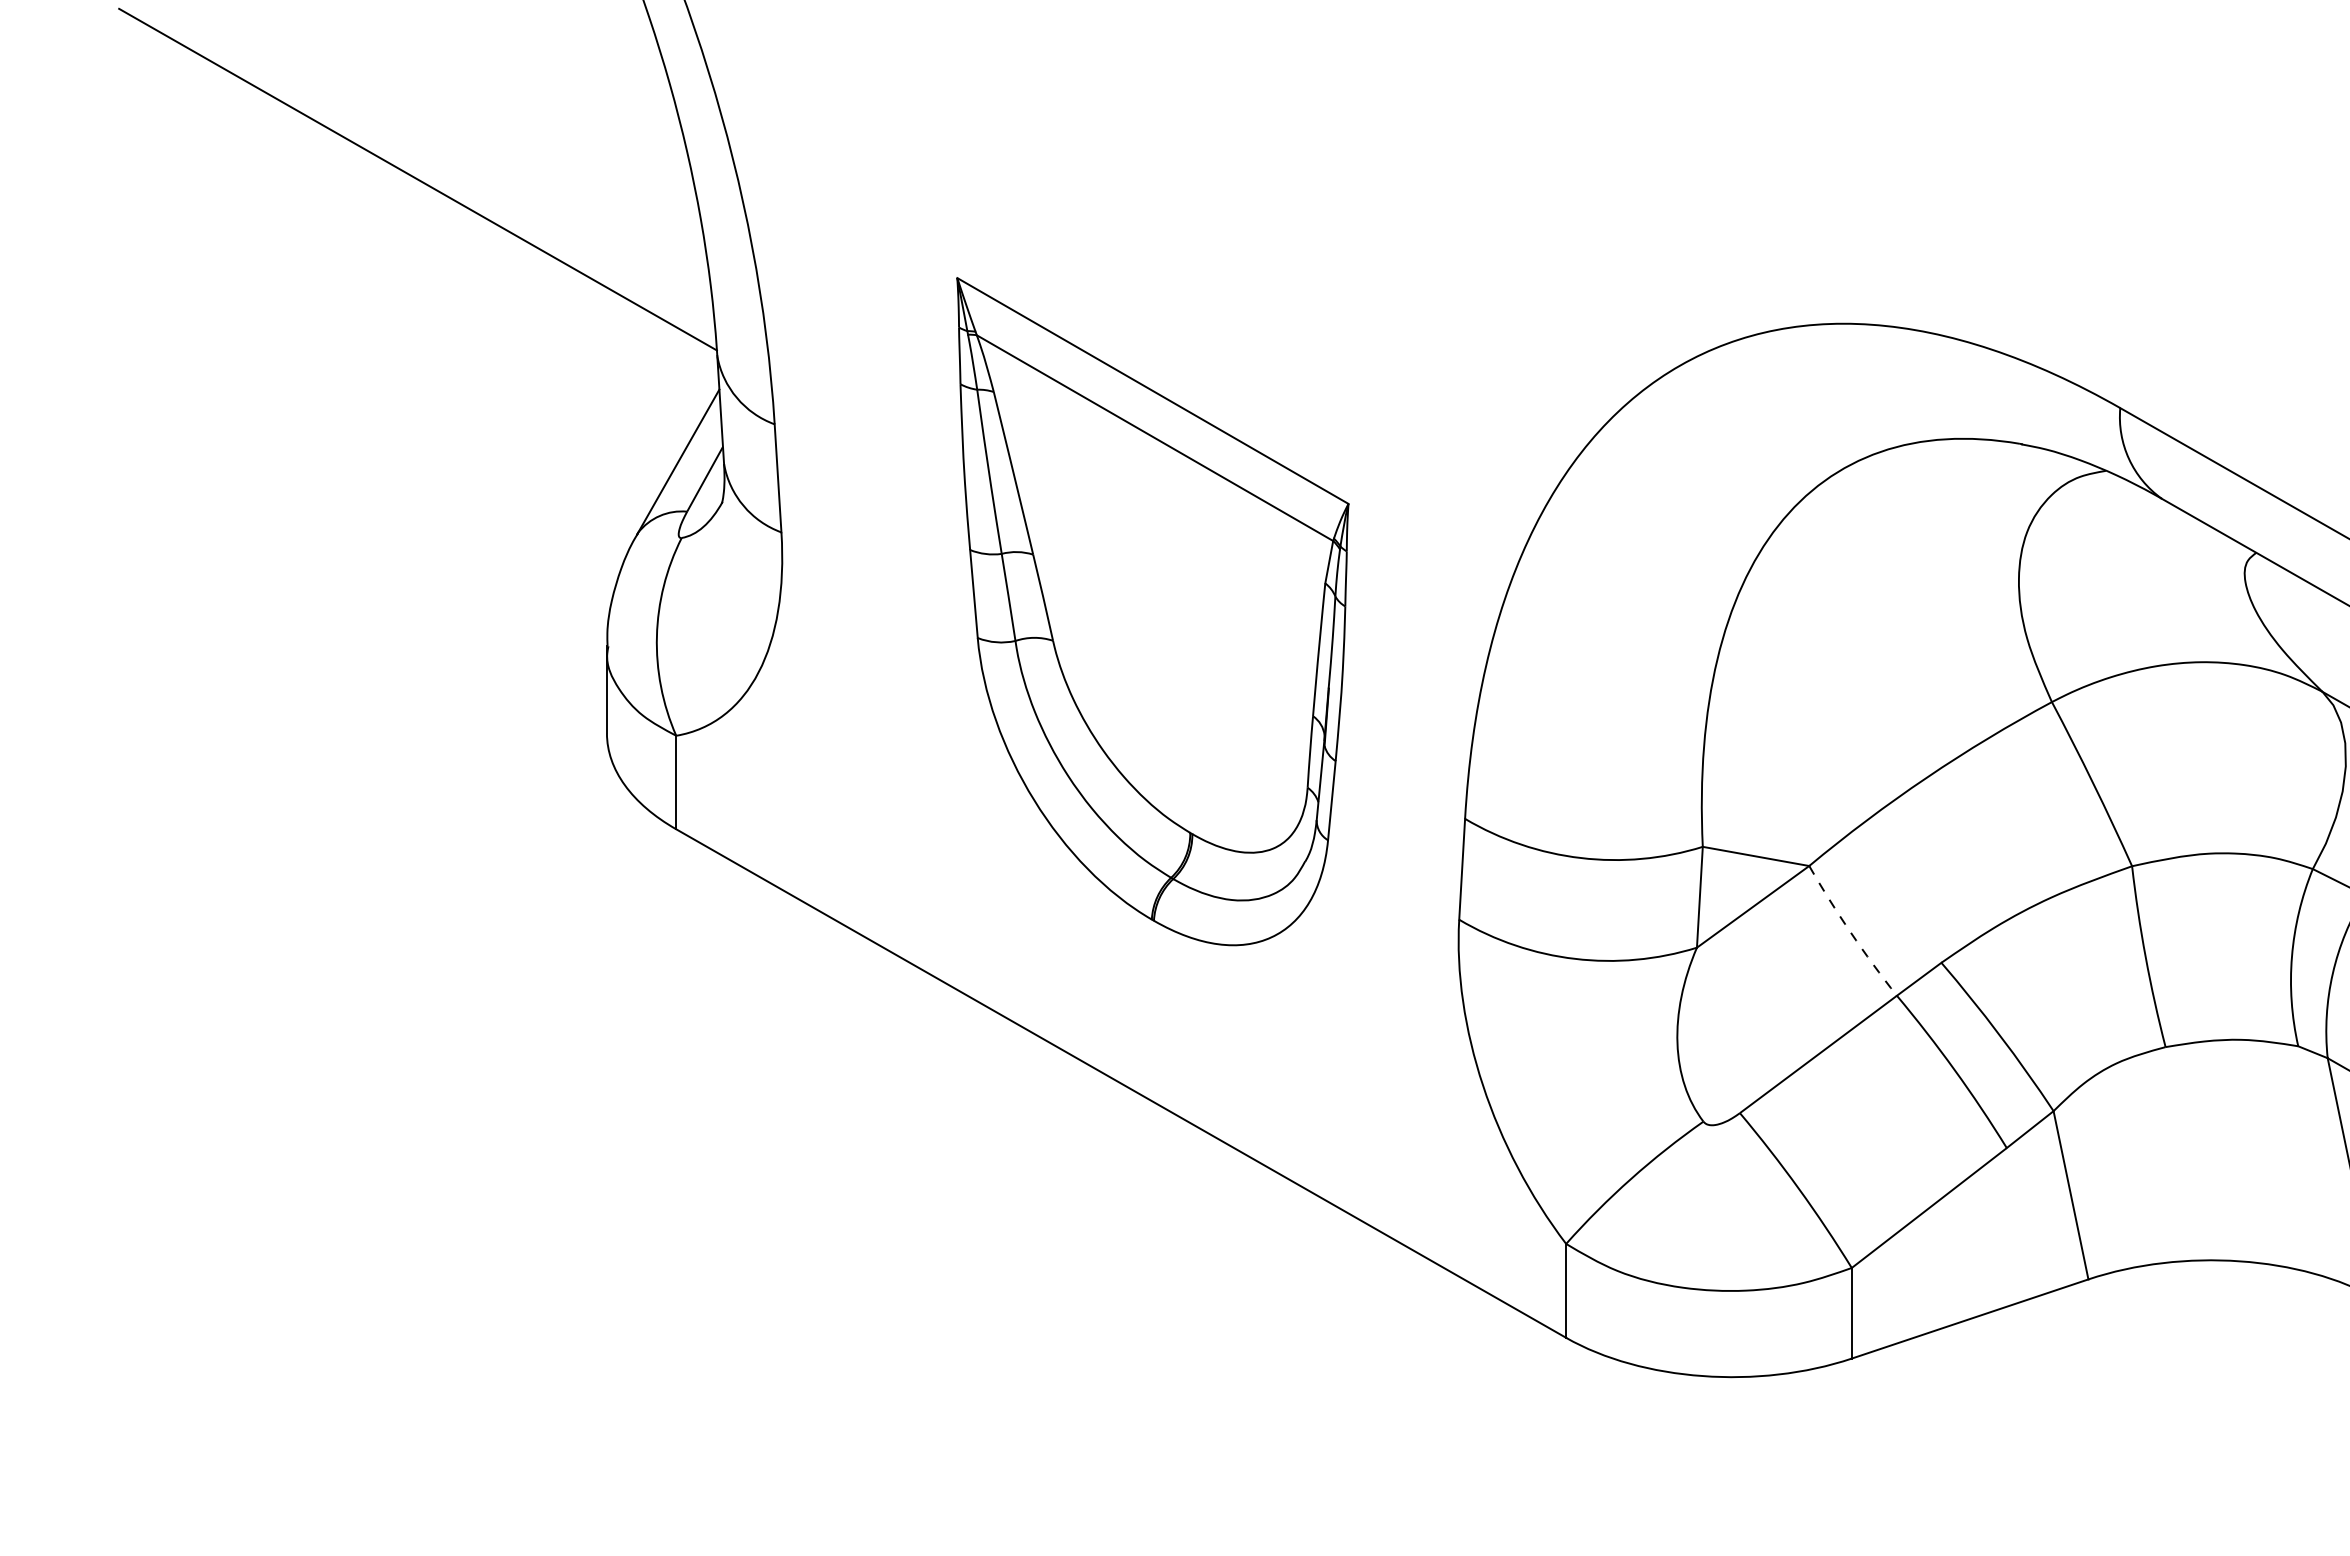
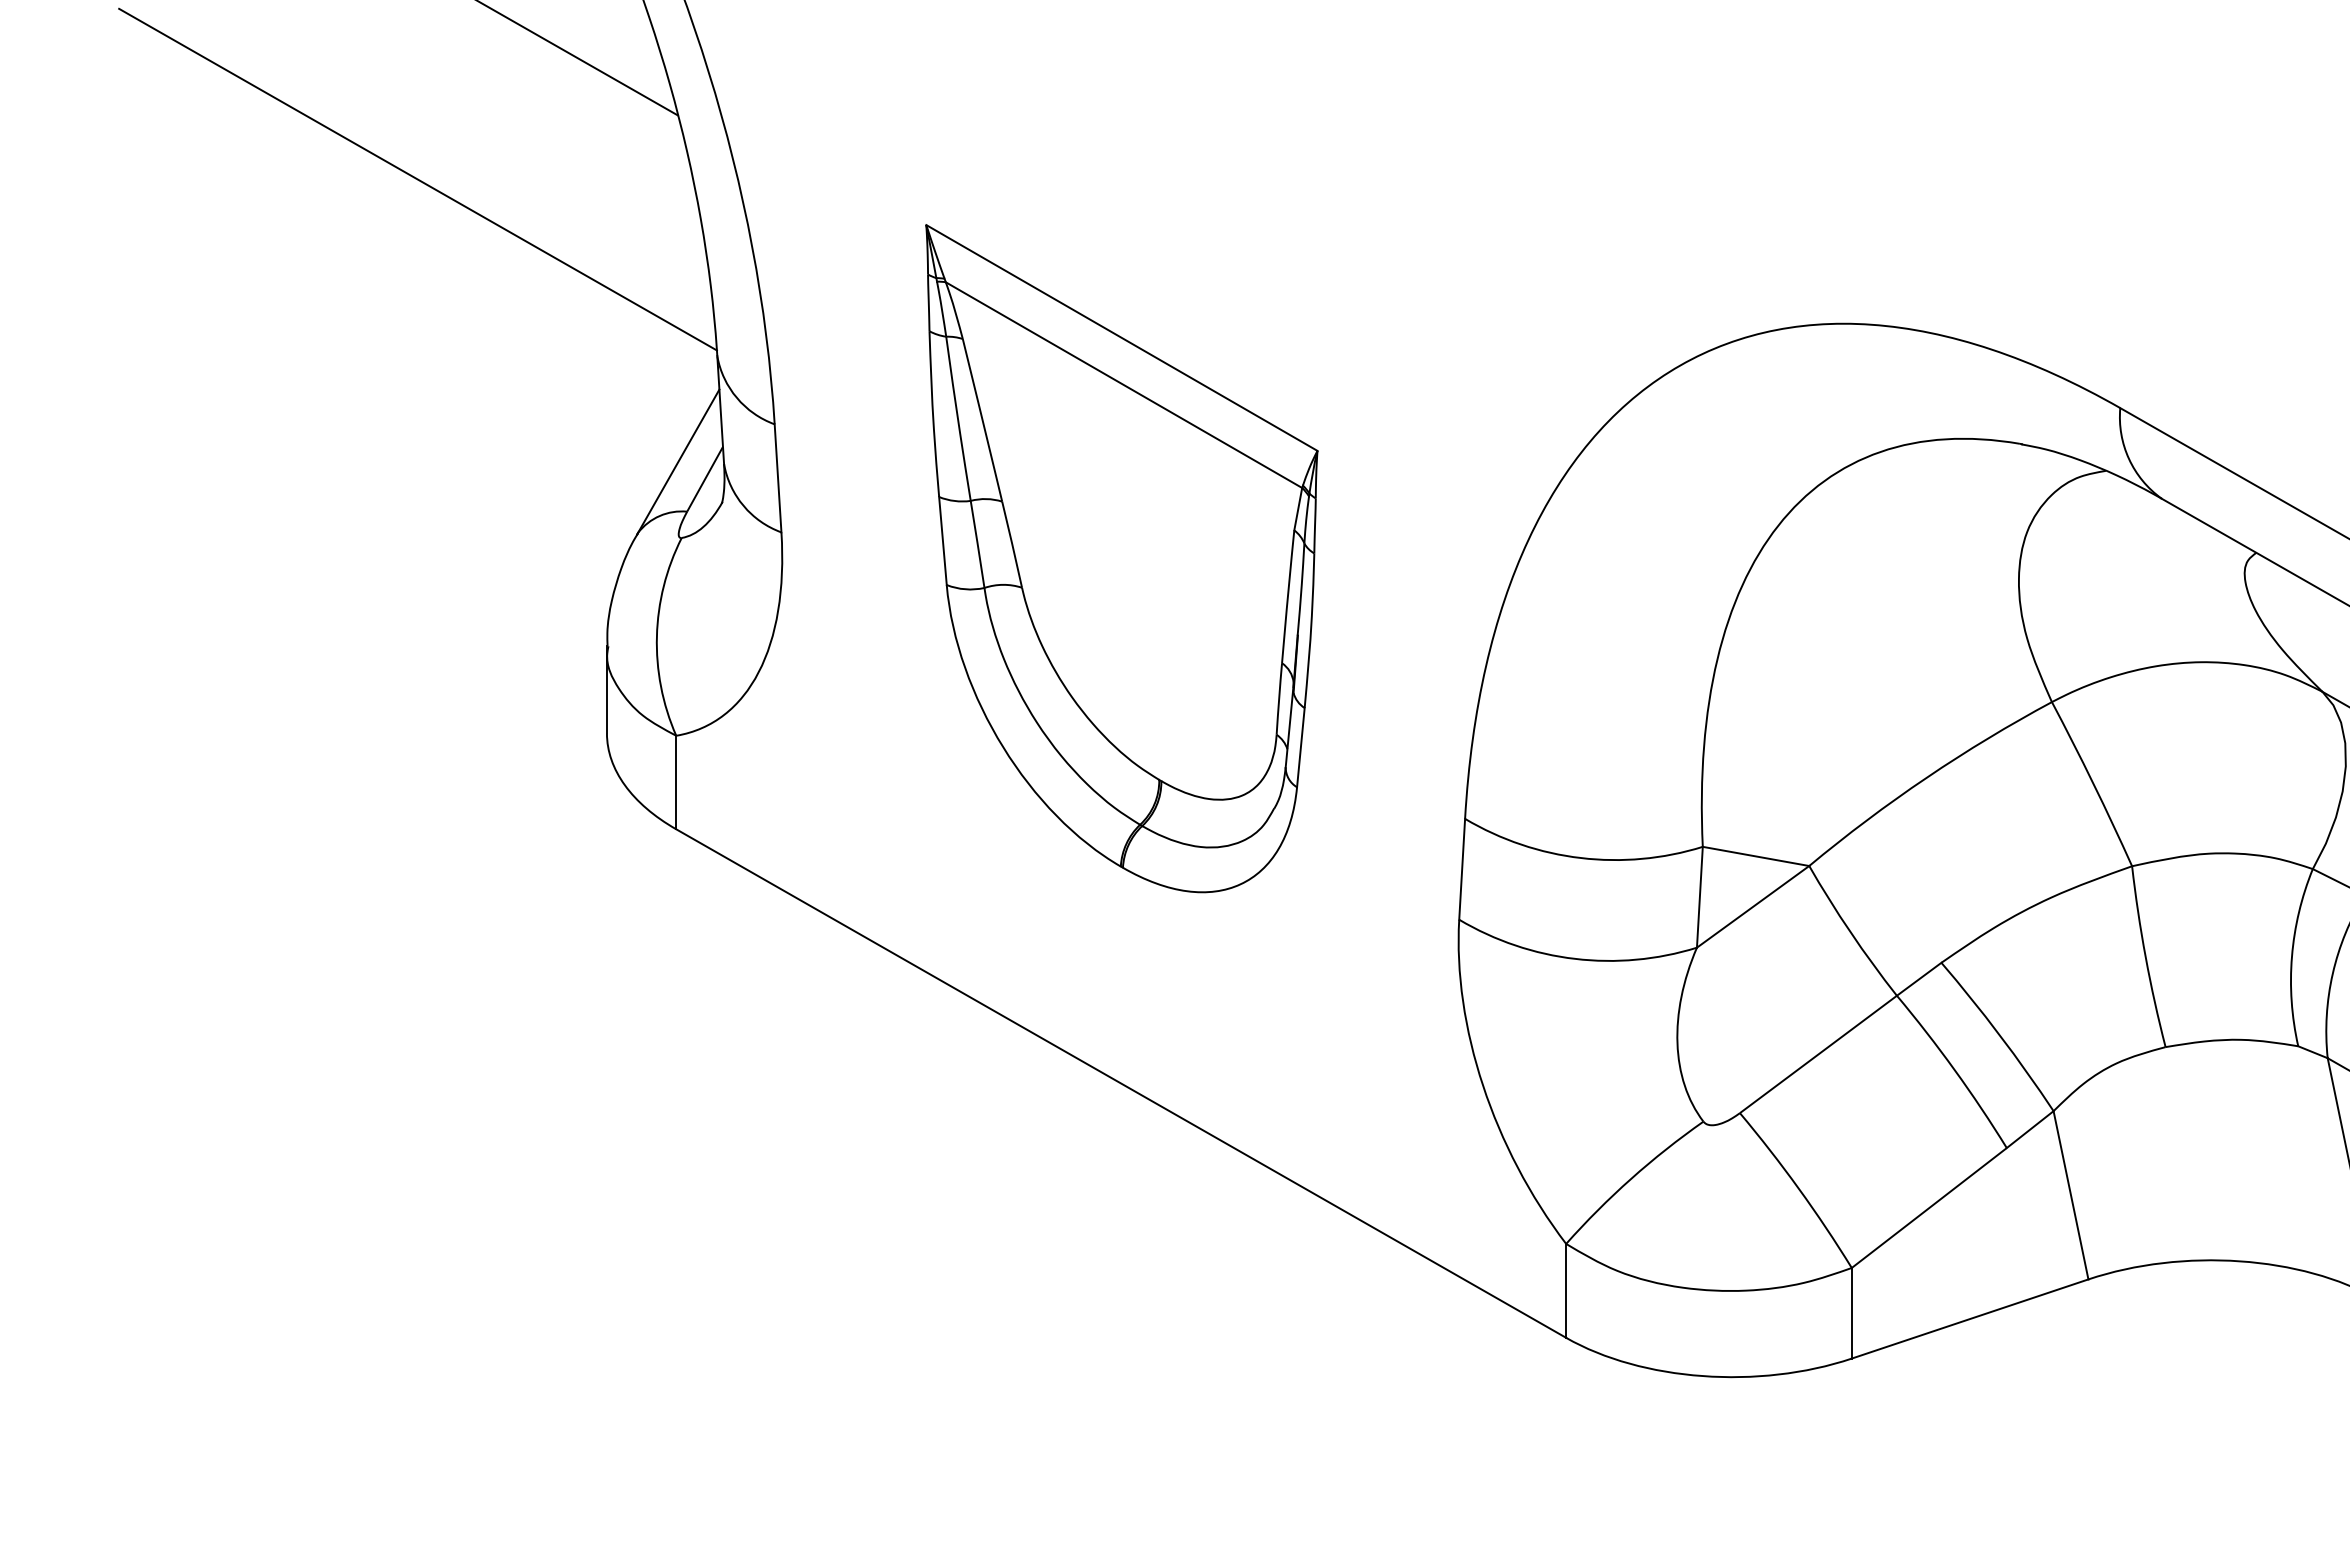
line at (578, 58): none -> present
part at (1152, 611) position: (1152, 611) -> (1121, 558)
arc at (1850, 932): dashed -> solid
